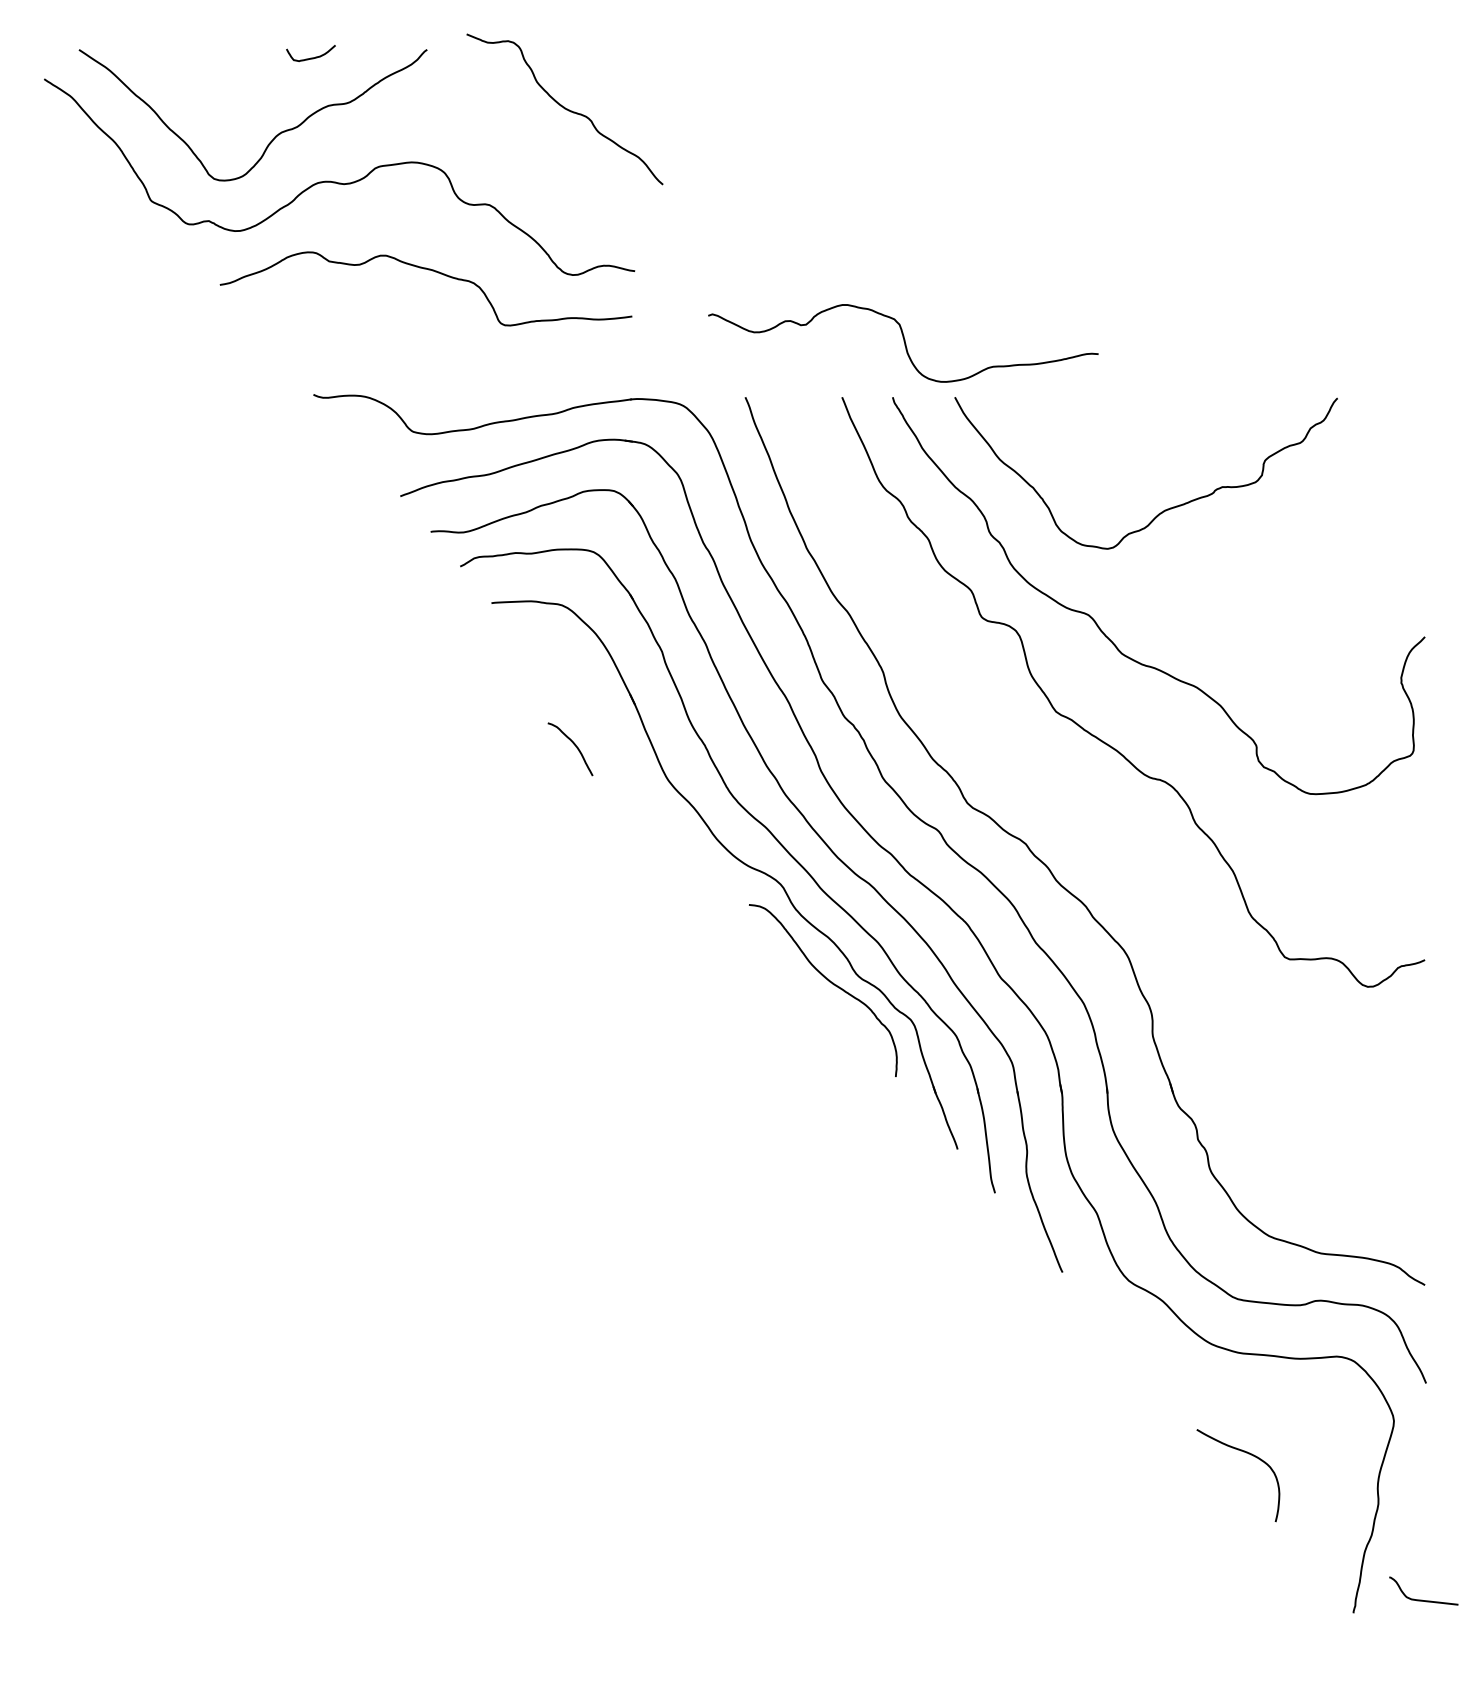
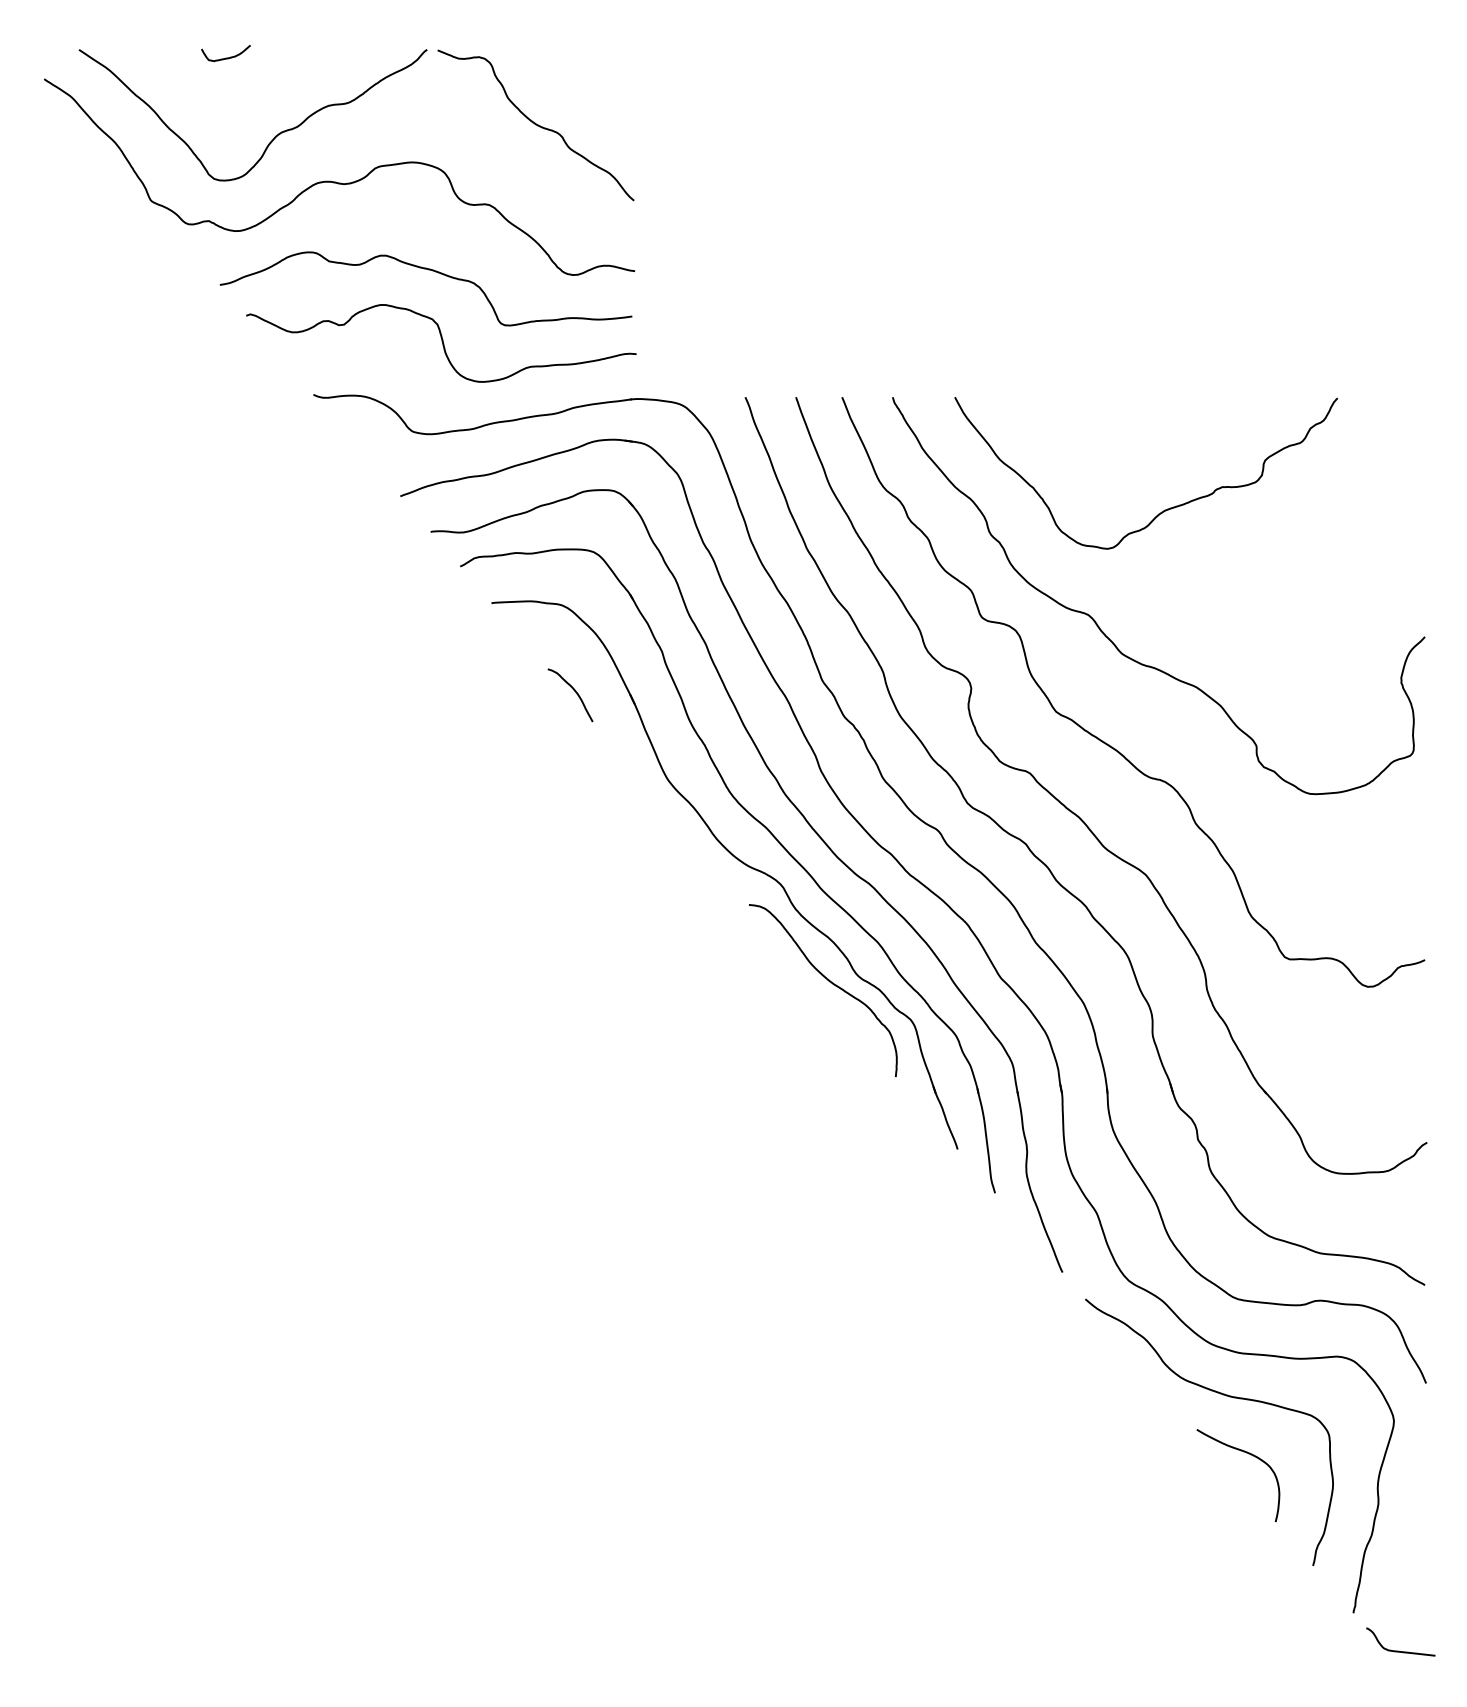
curve at (310, 57) position: (310, 57) -> (225, 57)
curve at (564, 109) position: (564, 109) -> (535, 125)
curve at (904, 343) position: (904, 343) -> (442, 343)
curve at (574, 745) position: (574, 745) -> (574, 691)
part at (1079, 816): none -> present
curve at (1220, 1394): none -> present
curve at (1422, 1599) position: (1422, 1599) -> (1399, 1650)
